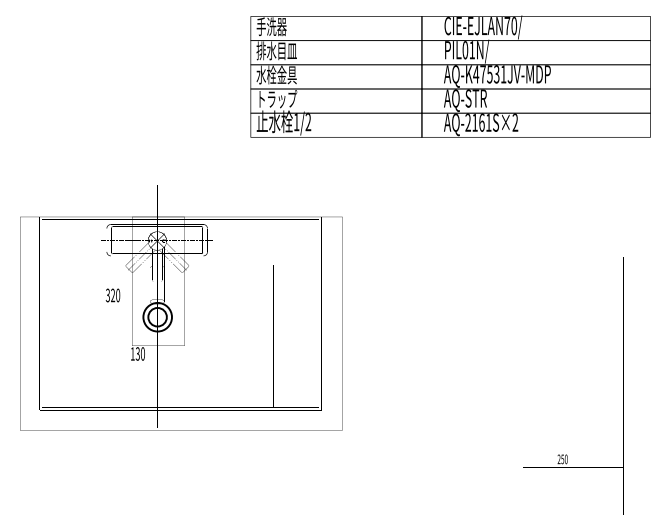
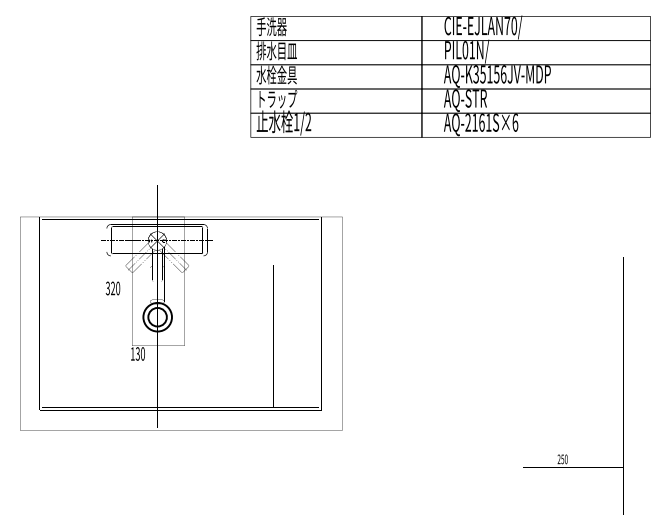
text at (489, 74): AQ-K47531JV-MDP -> AQ-K35156JV-MDP
text at (515, 122): AQ-2161S×2 -> AQ-2161S×6
text at (112, 295) position: (112, 295) -> (112, 288)
